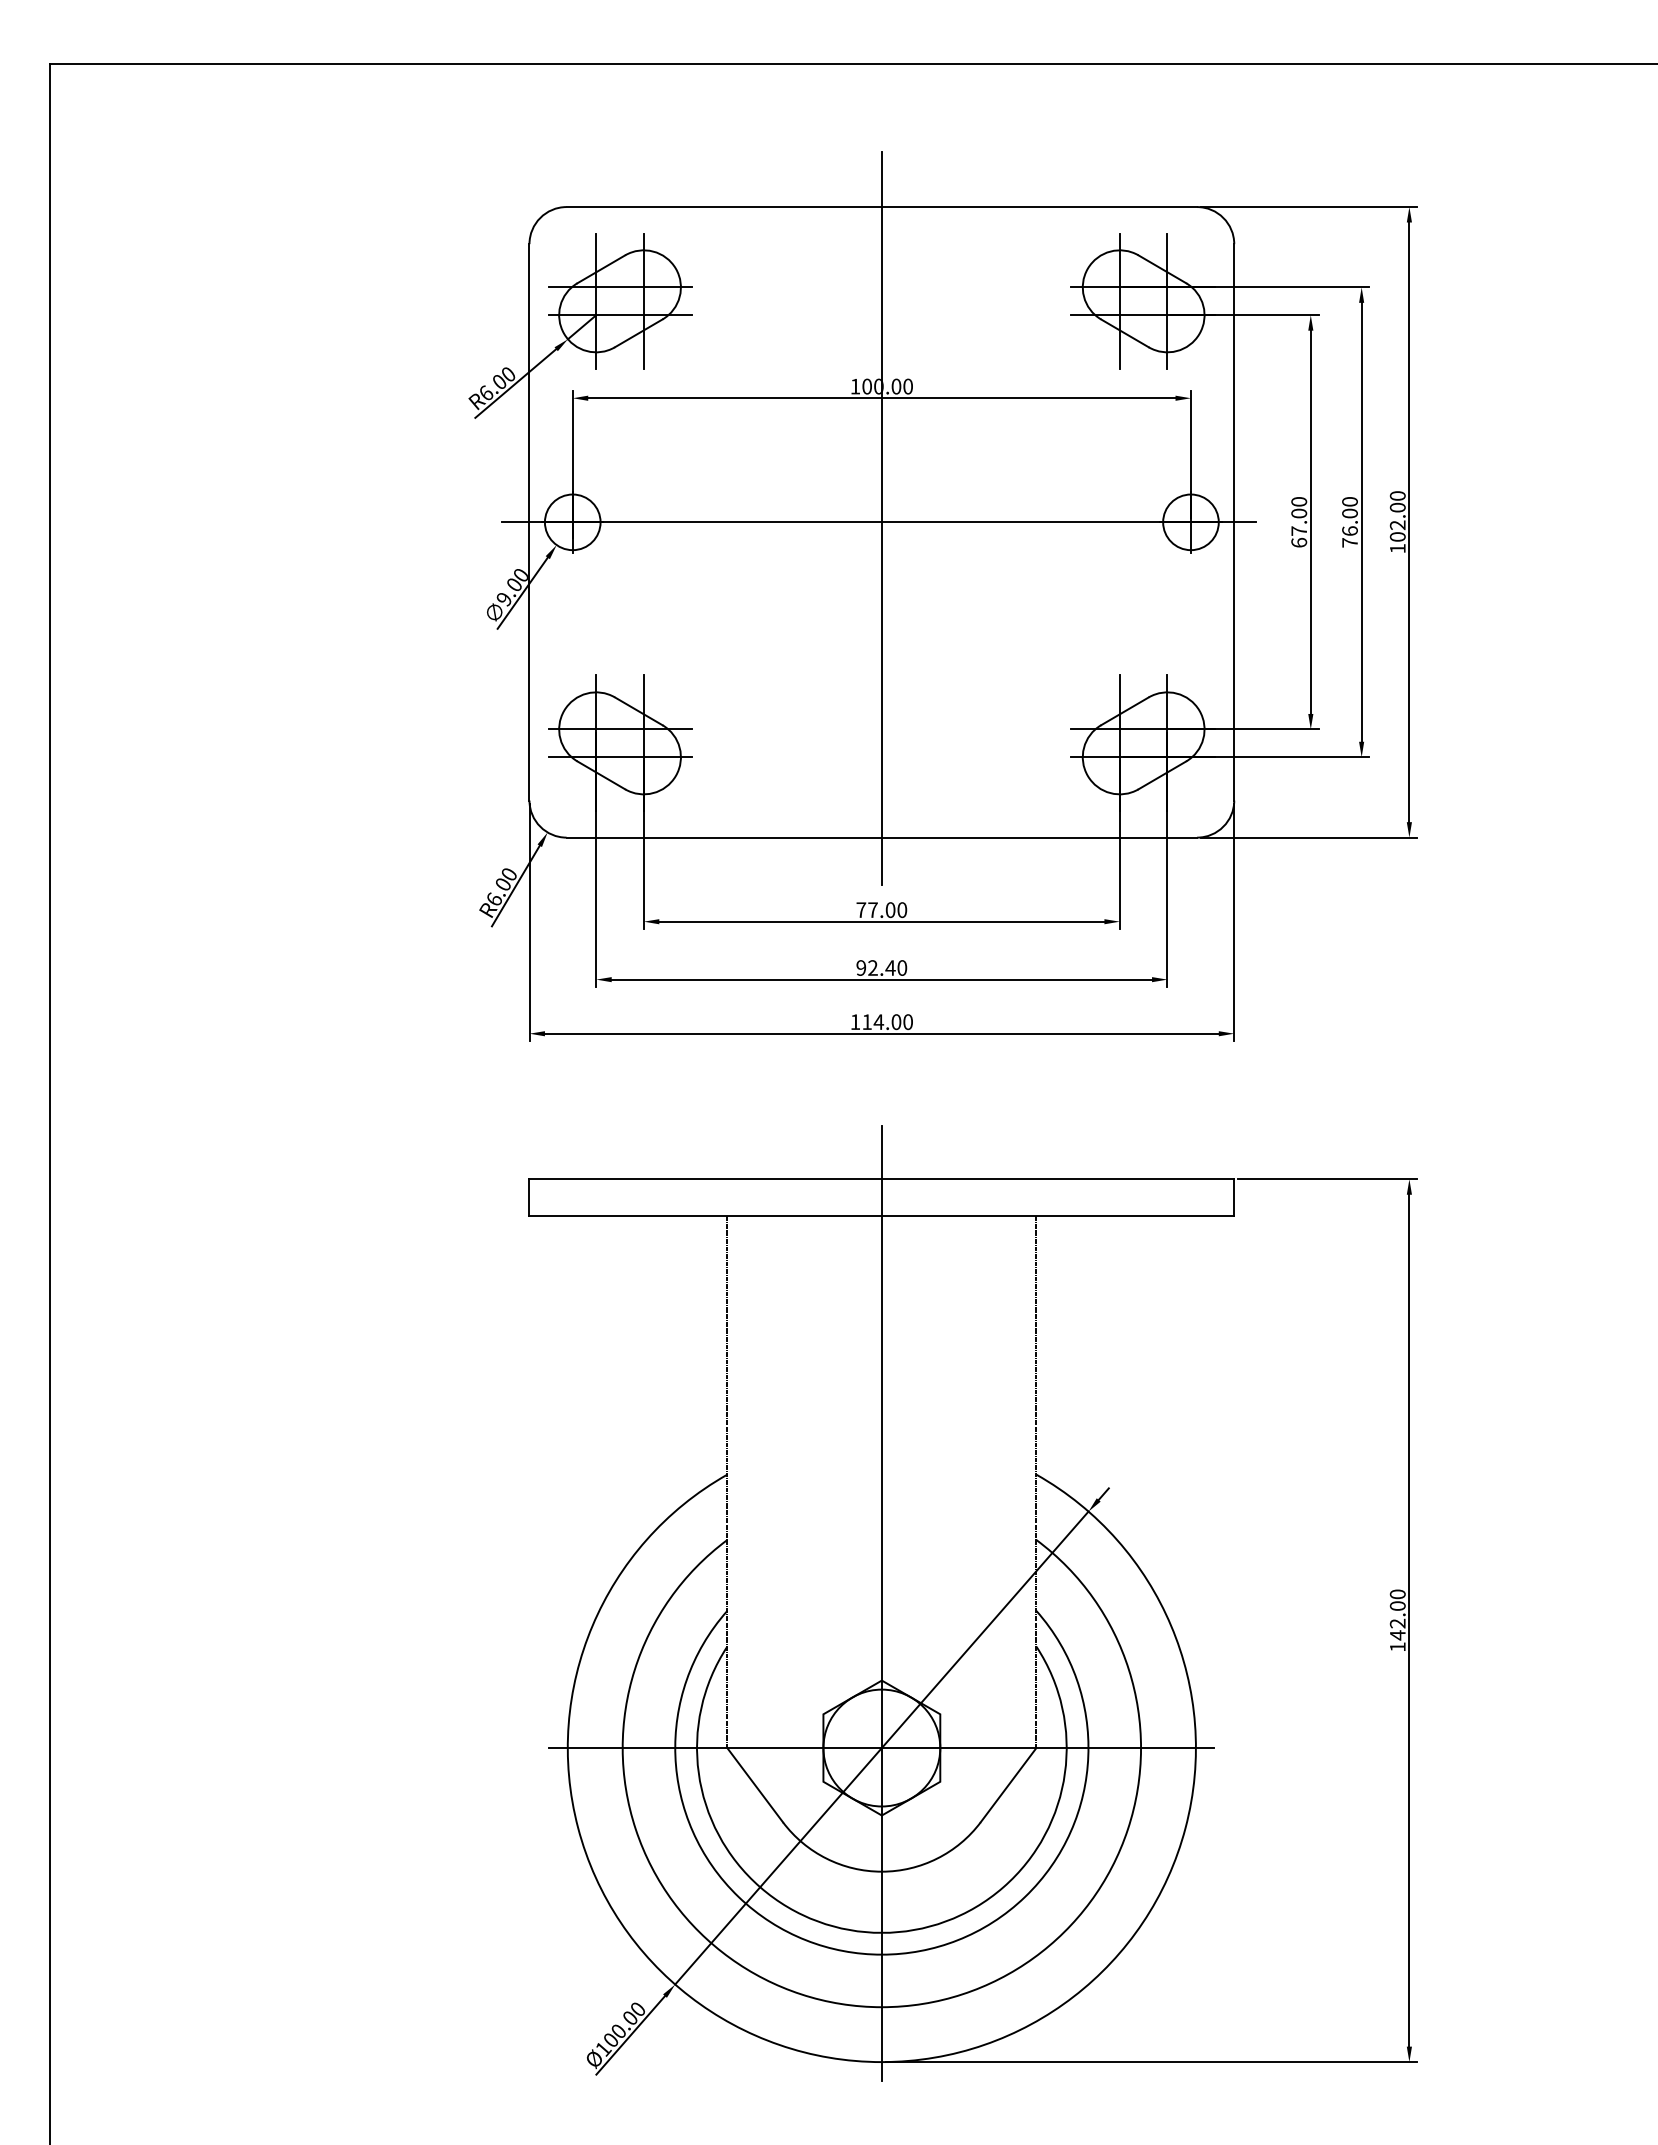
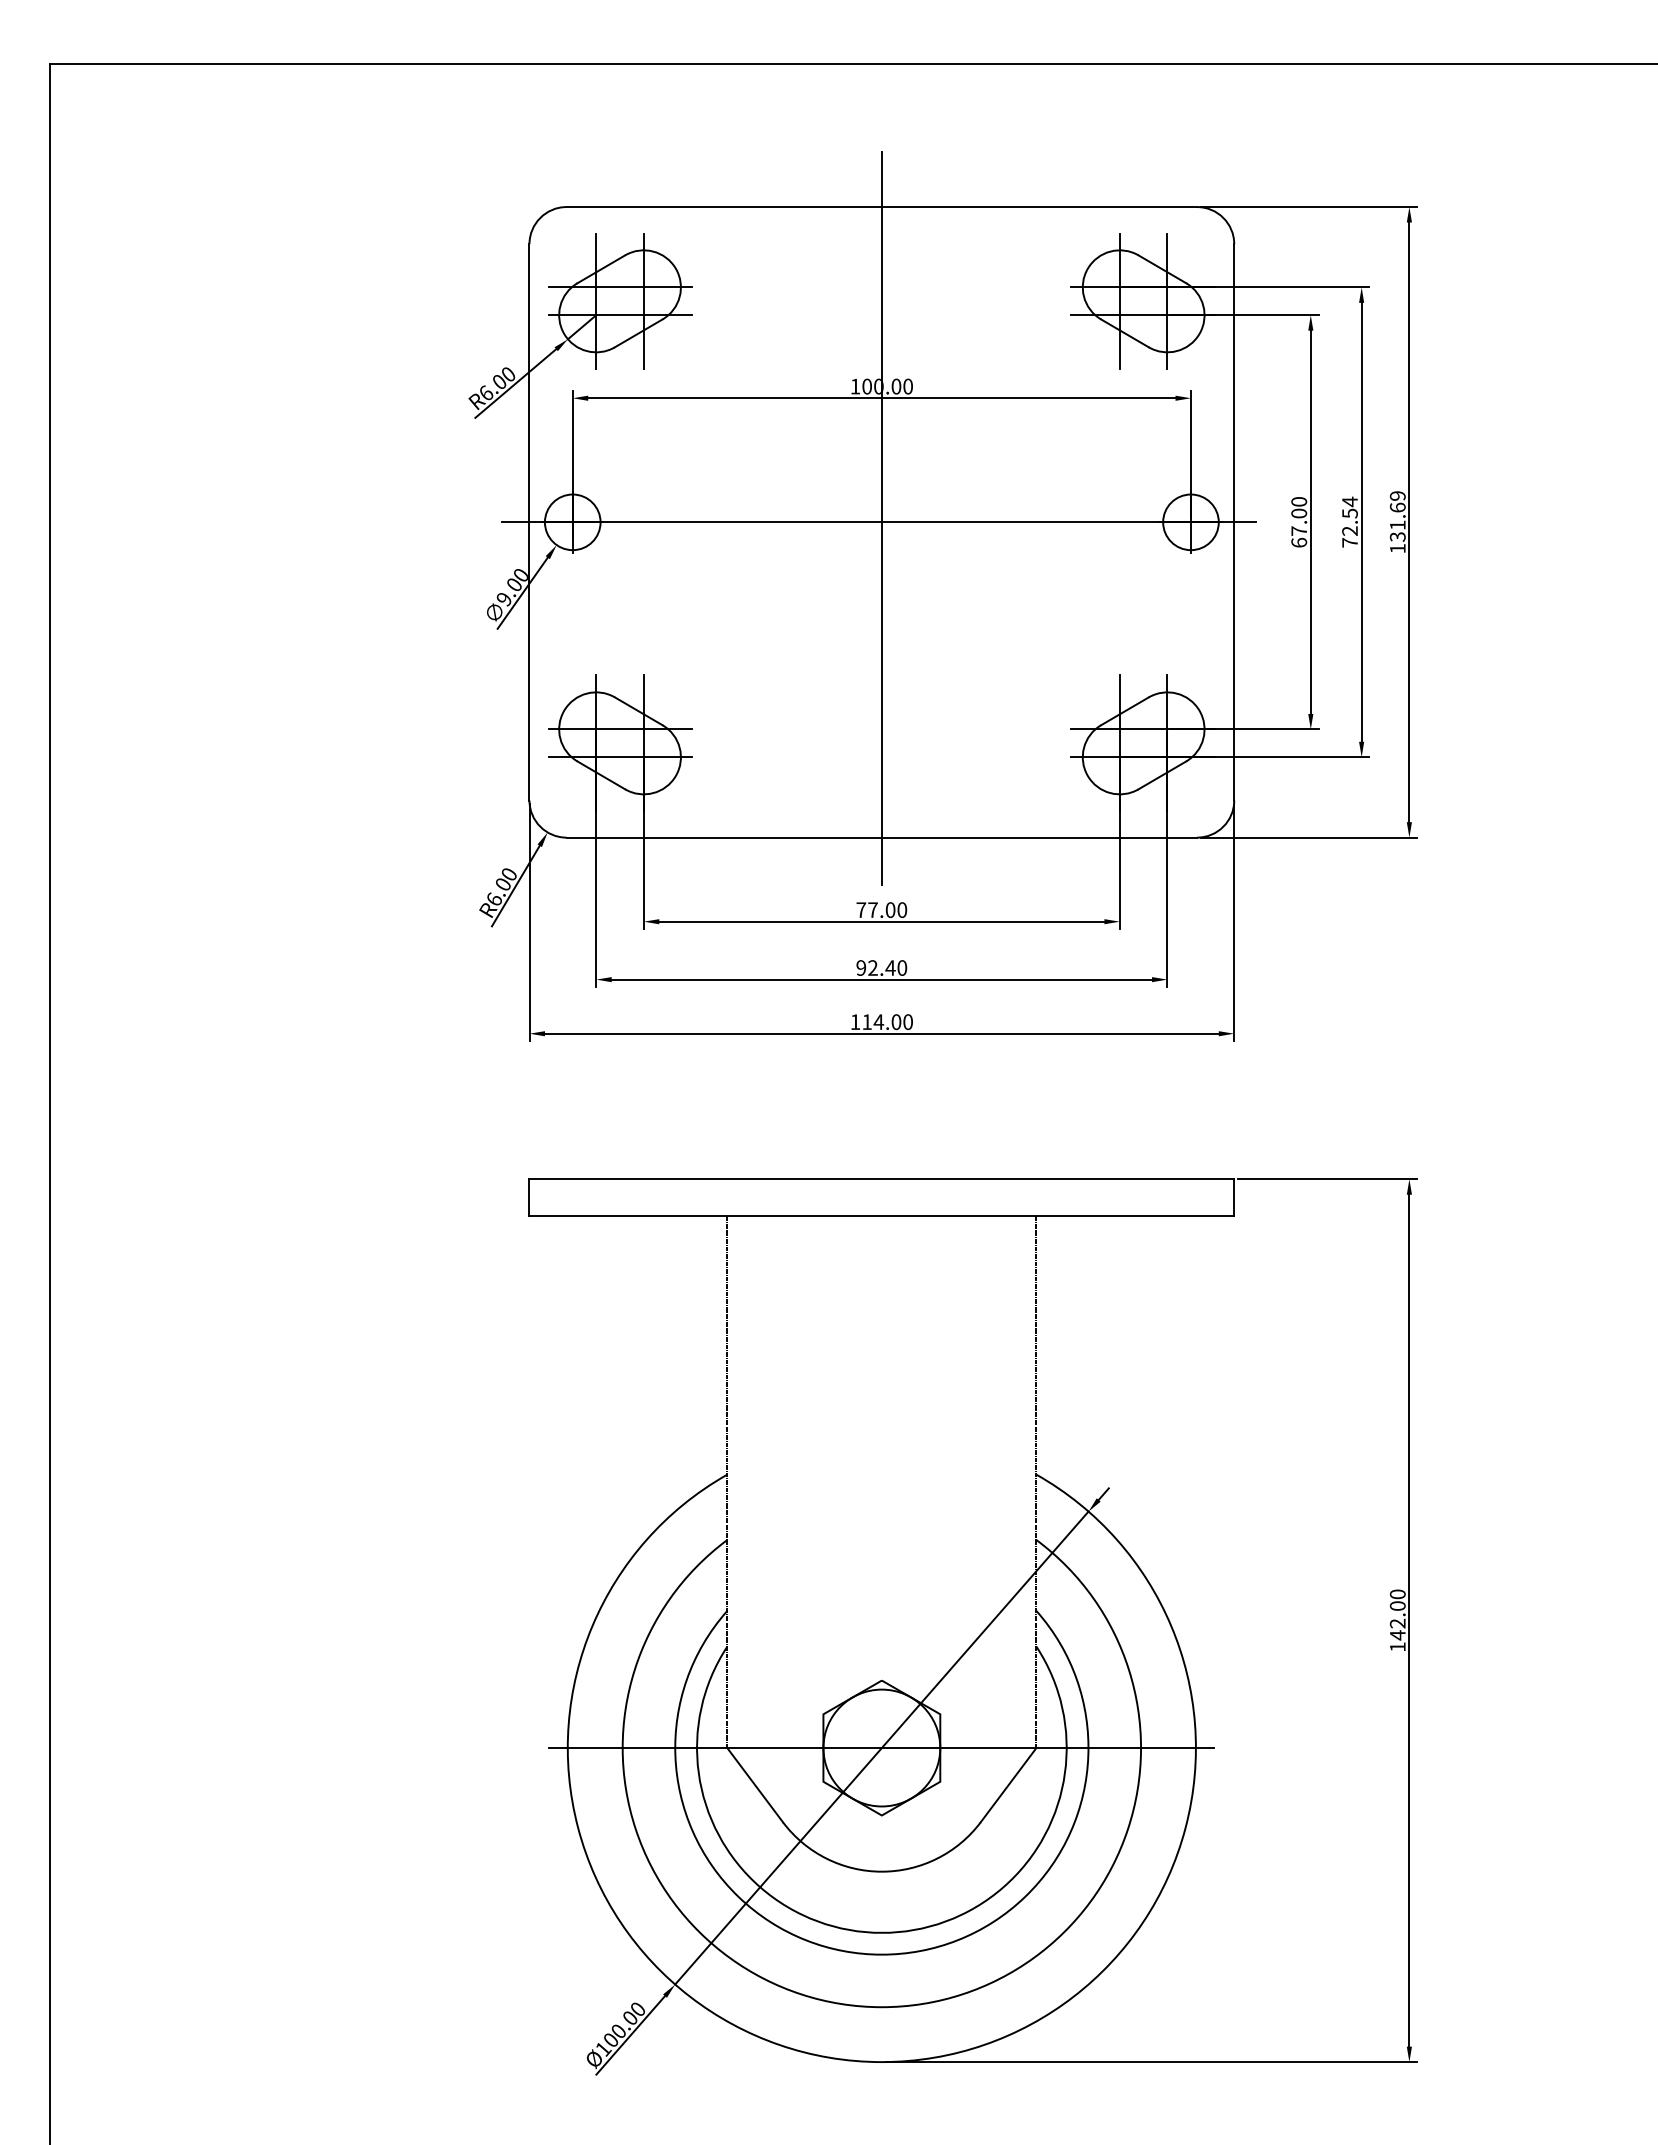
text at (1349, 515): 76.00 -> 72.54
text at (1397, 516): 102.00 -> 131.69
line at (881, 1602): present -> none
